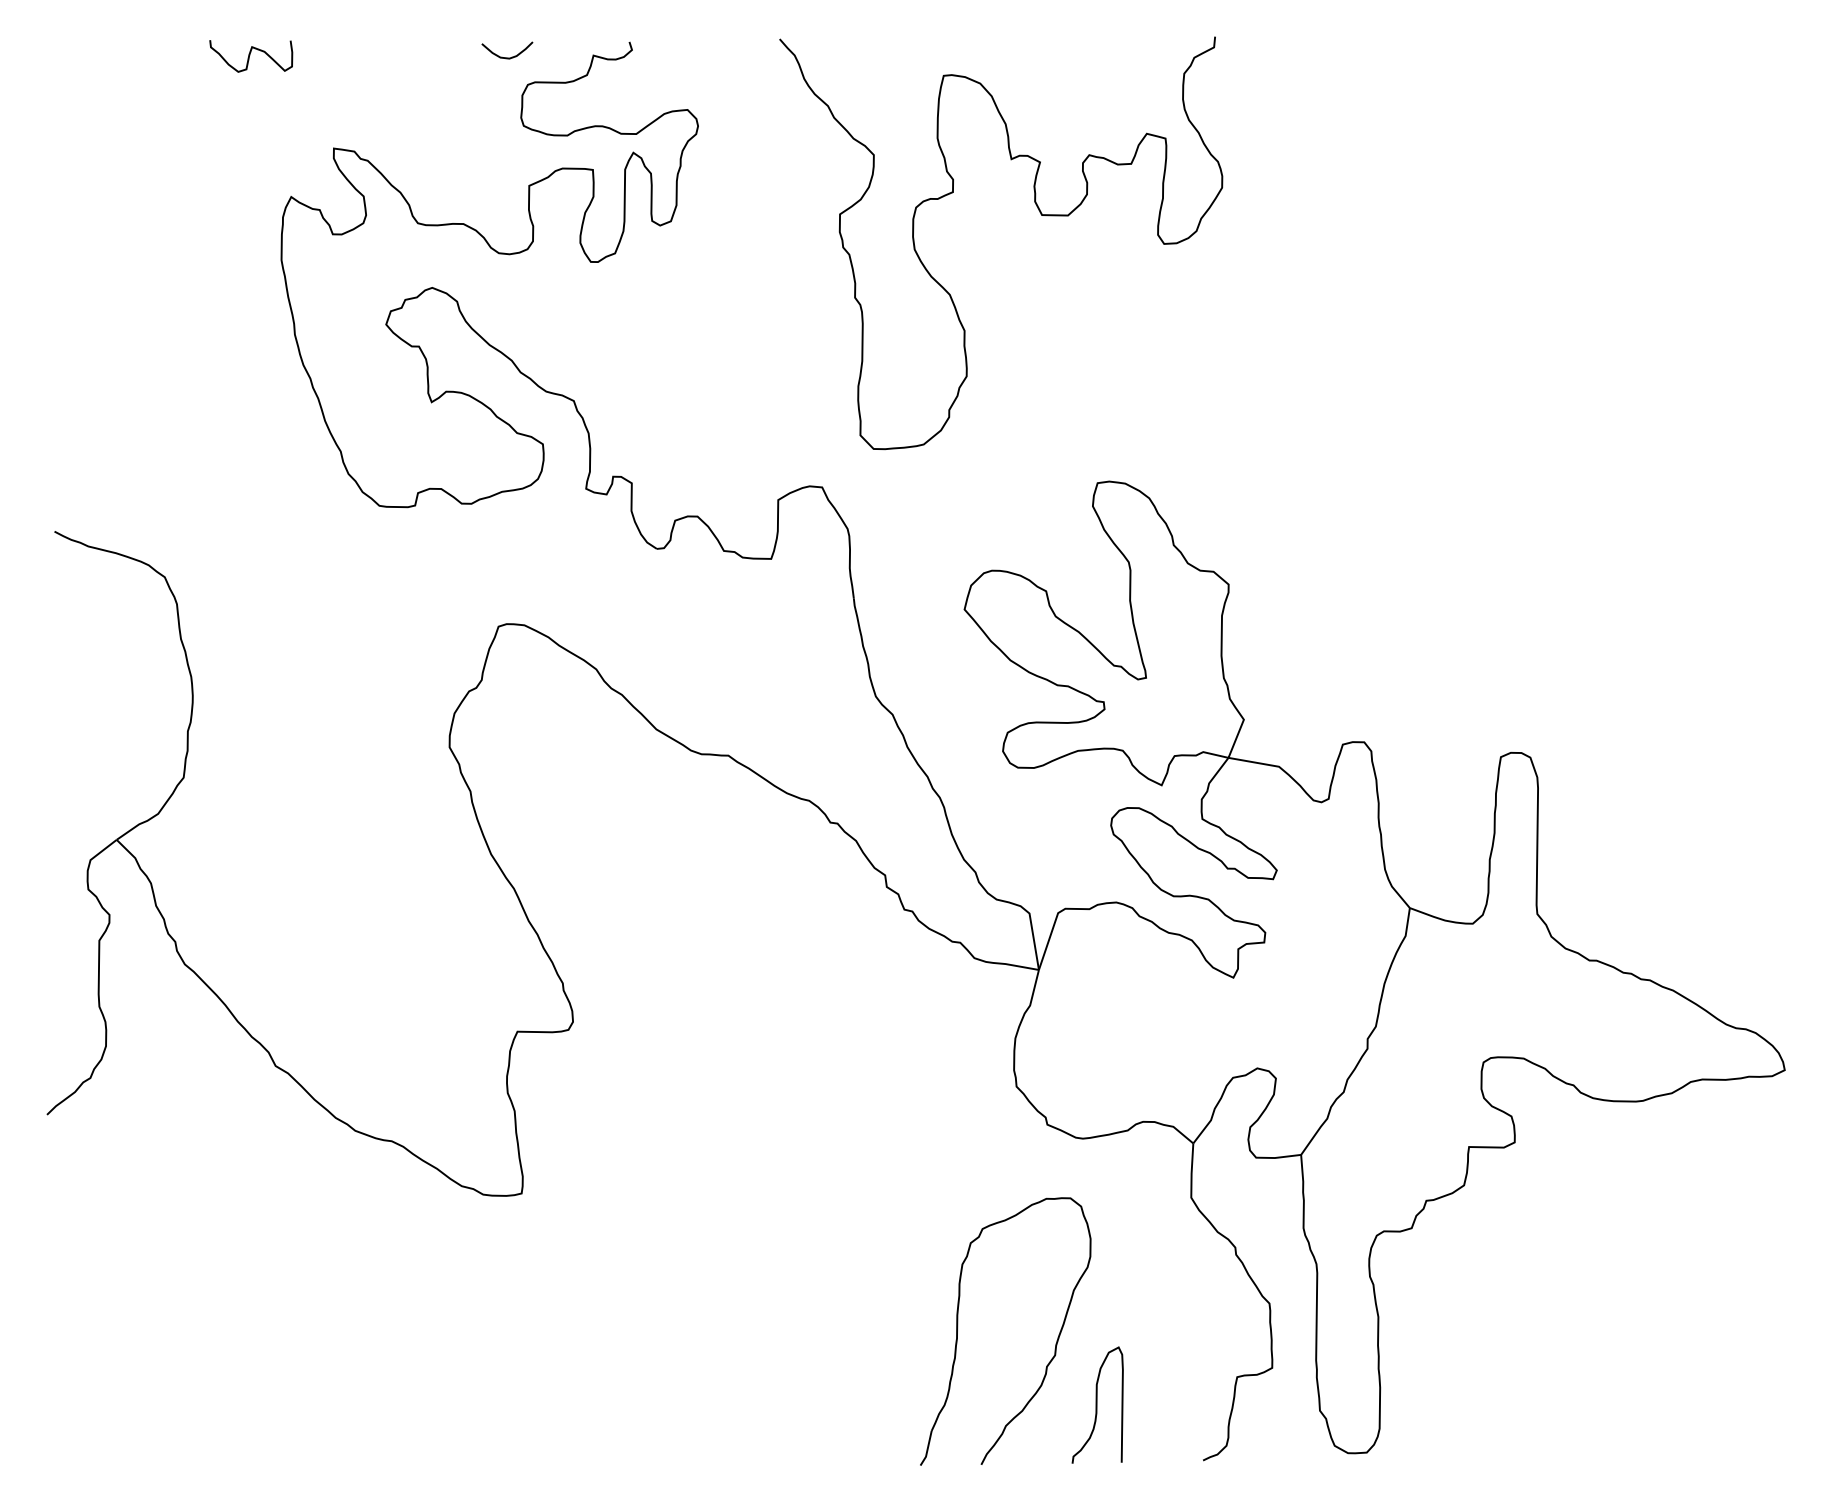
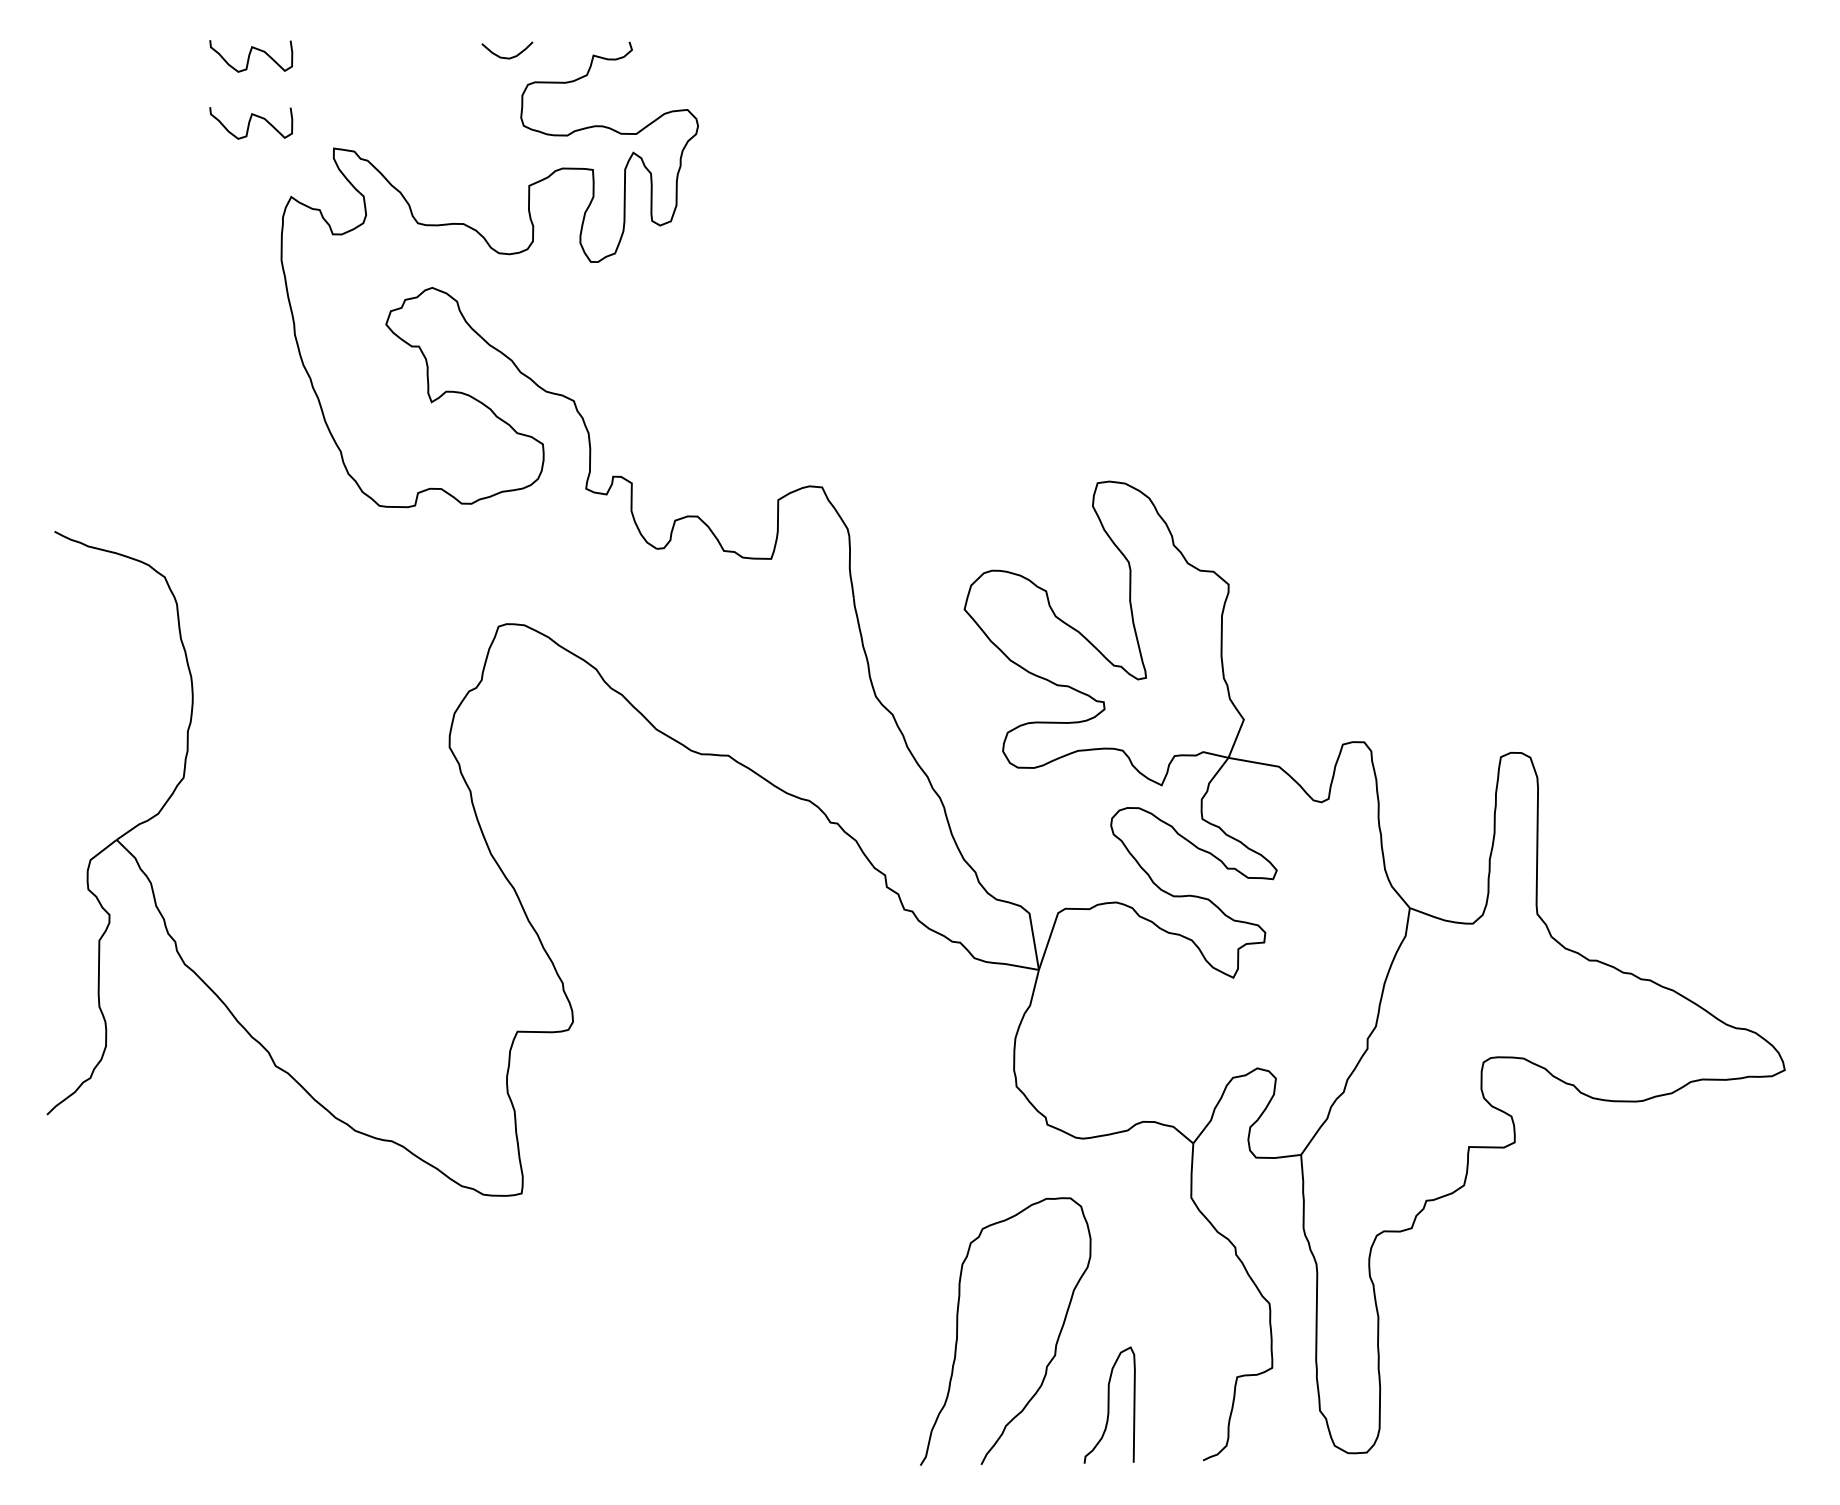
curve at (250, 122): none -> present
curve at (1040, 214): present -> none
curve at (1097, 1404) position: (1097, 1404) -> (1109, 1404)
